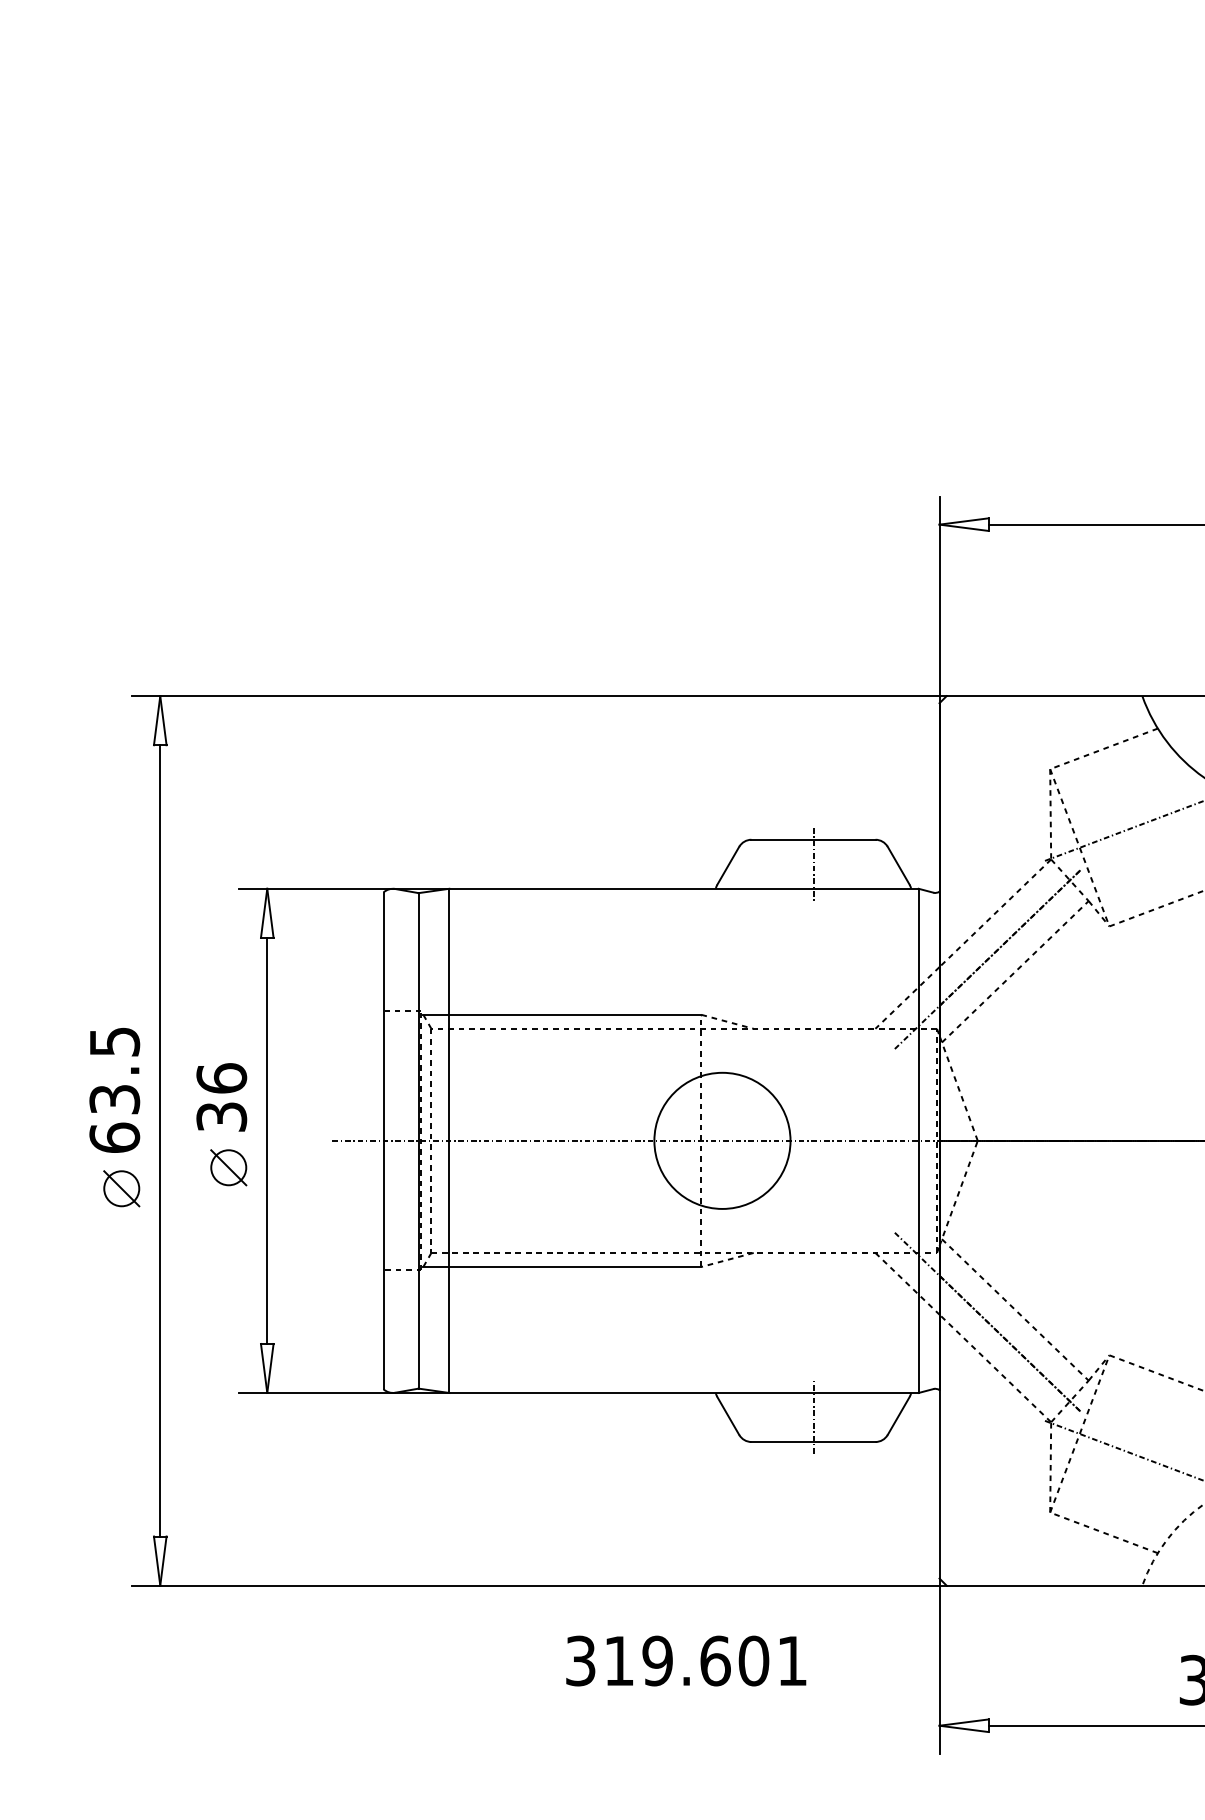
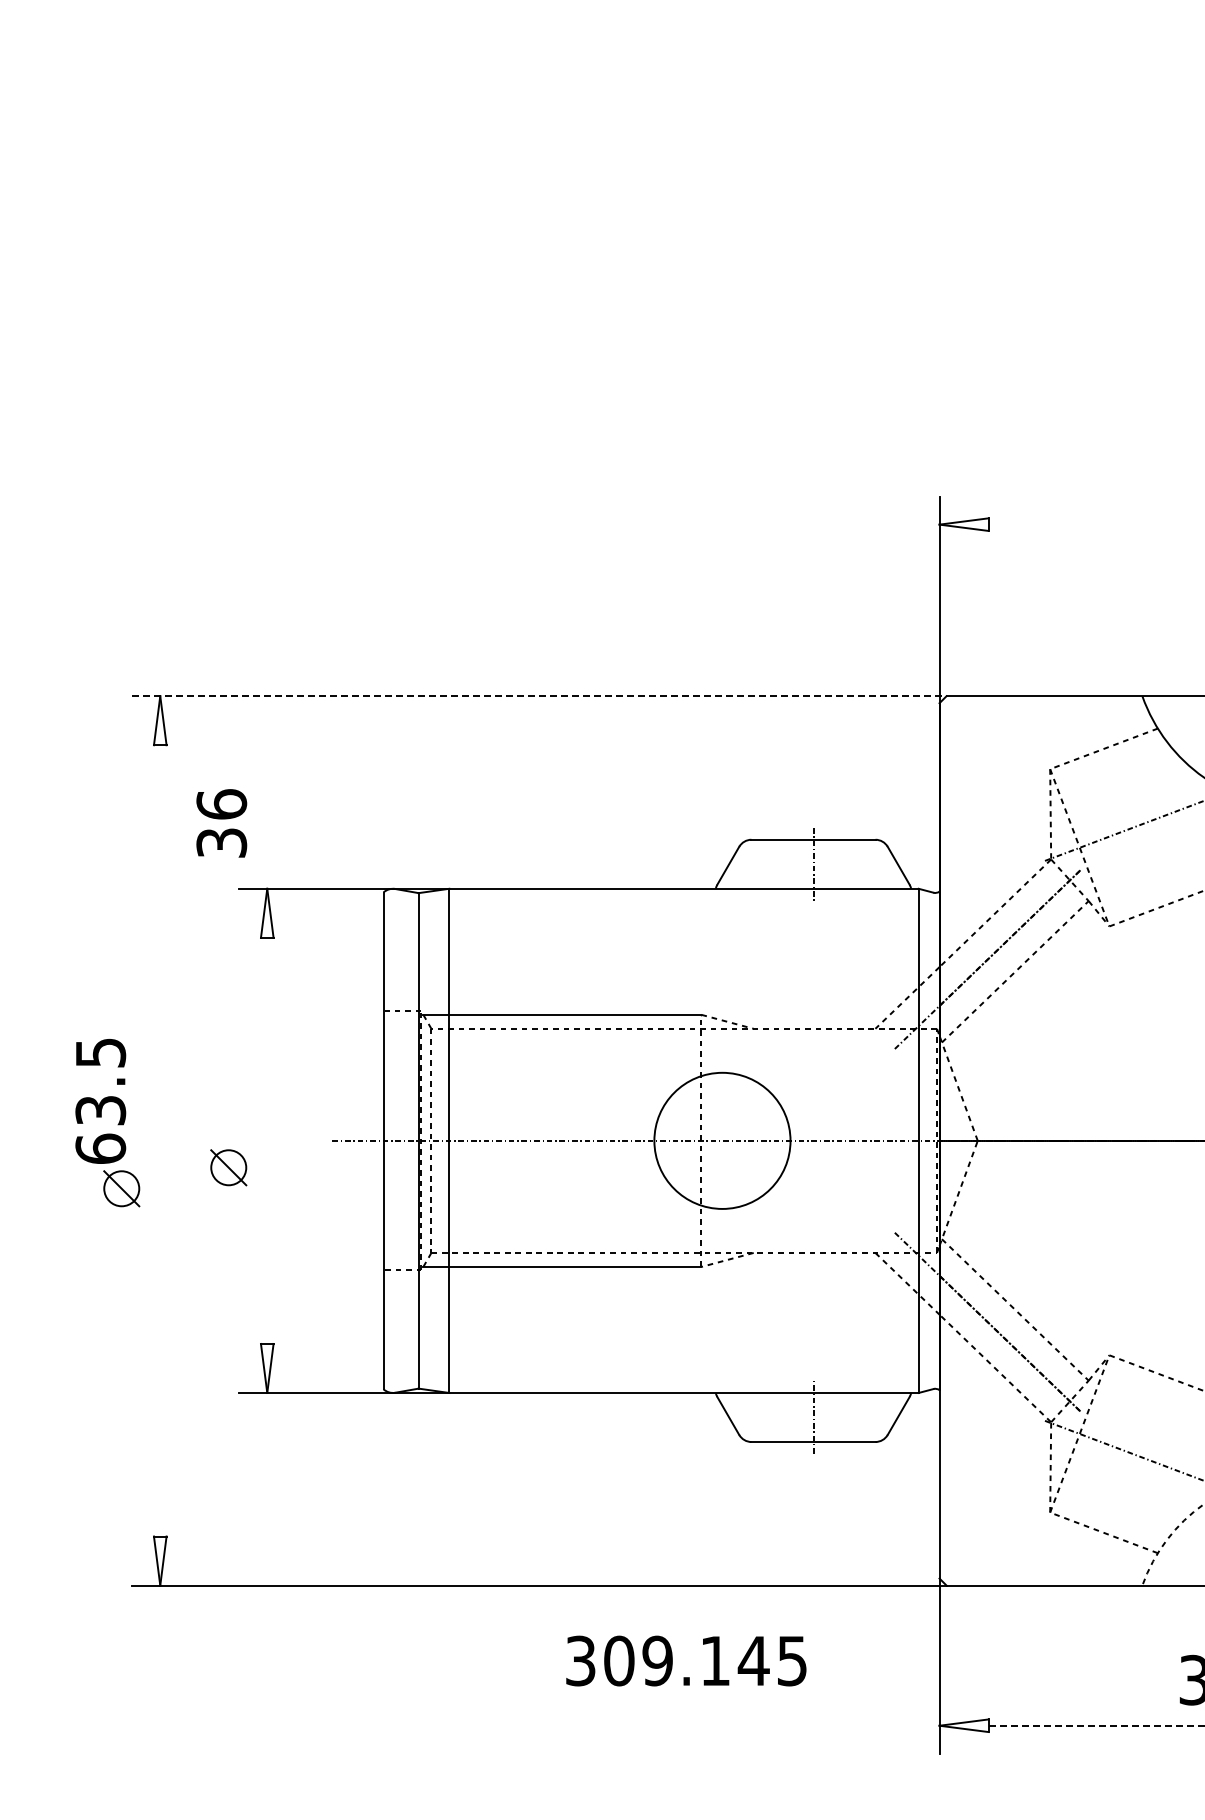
line at (1094, 524): present -> none
line at (539, 696): solid -> dashed
text at (114, 1090) position: (114, 1090) -> (100, 1101)
text at (221, 1097) position: (221, 1097) -> (221, 823)
line at (160, 1140): present -> none
line at (267, 1140): present -> none
text at (705, 1660): 319.601 -> 309.145
line at (1096, 1725): solid -> dashed
